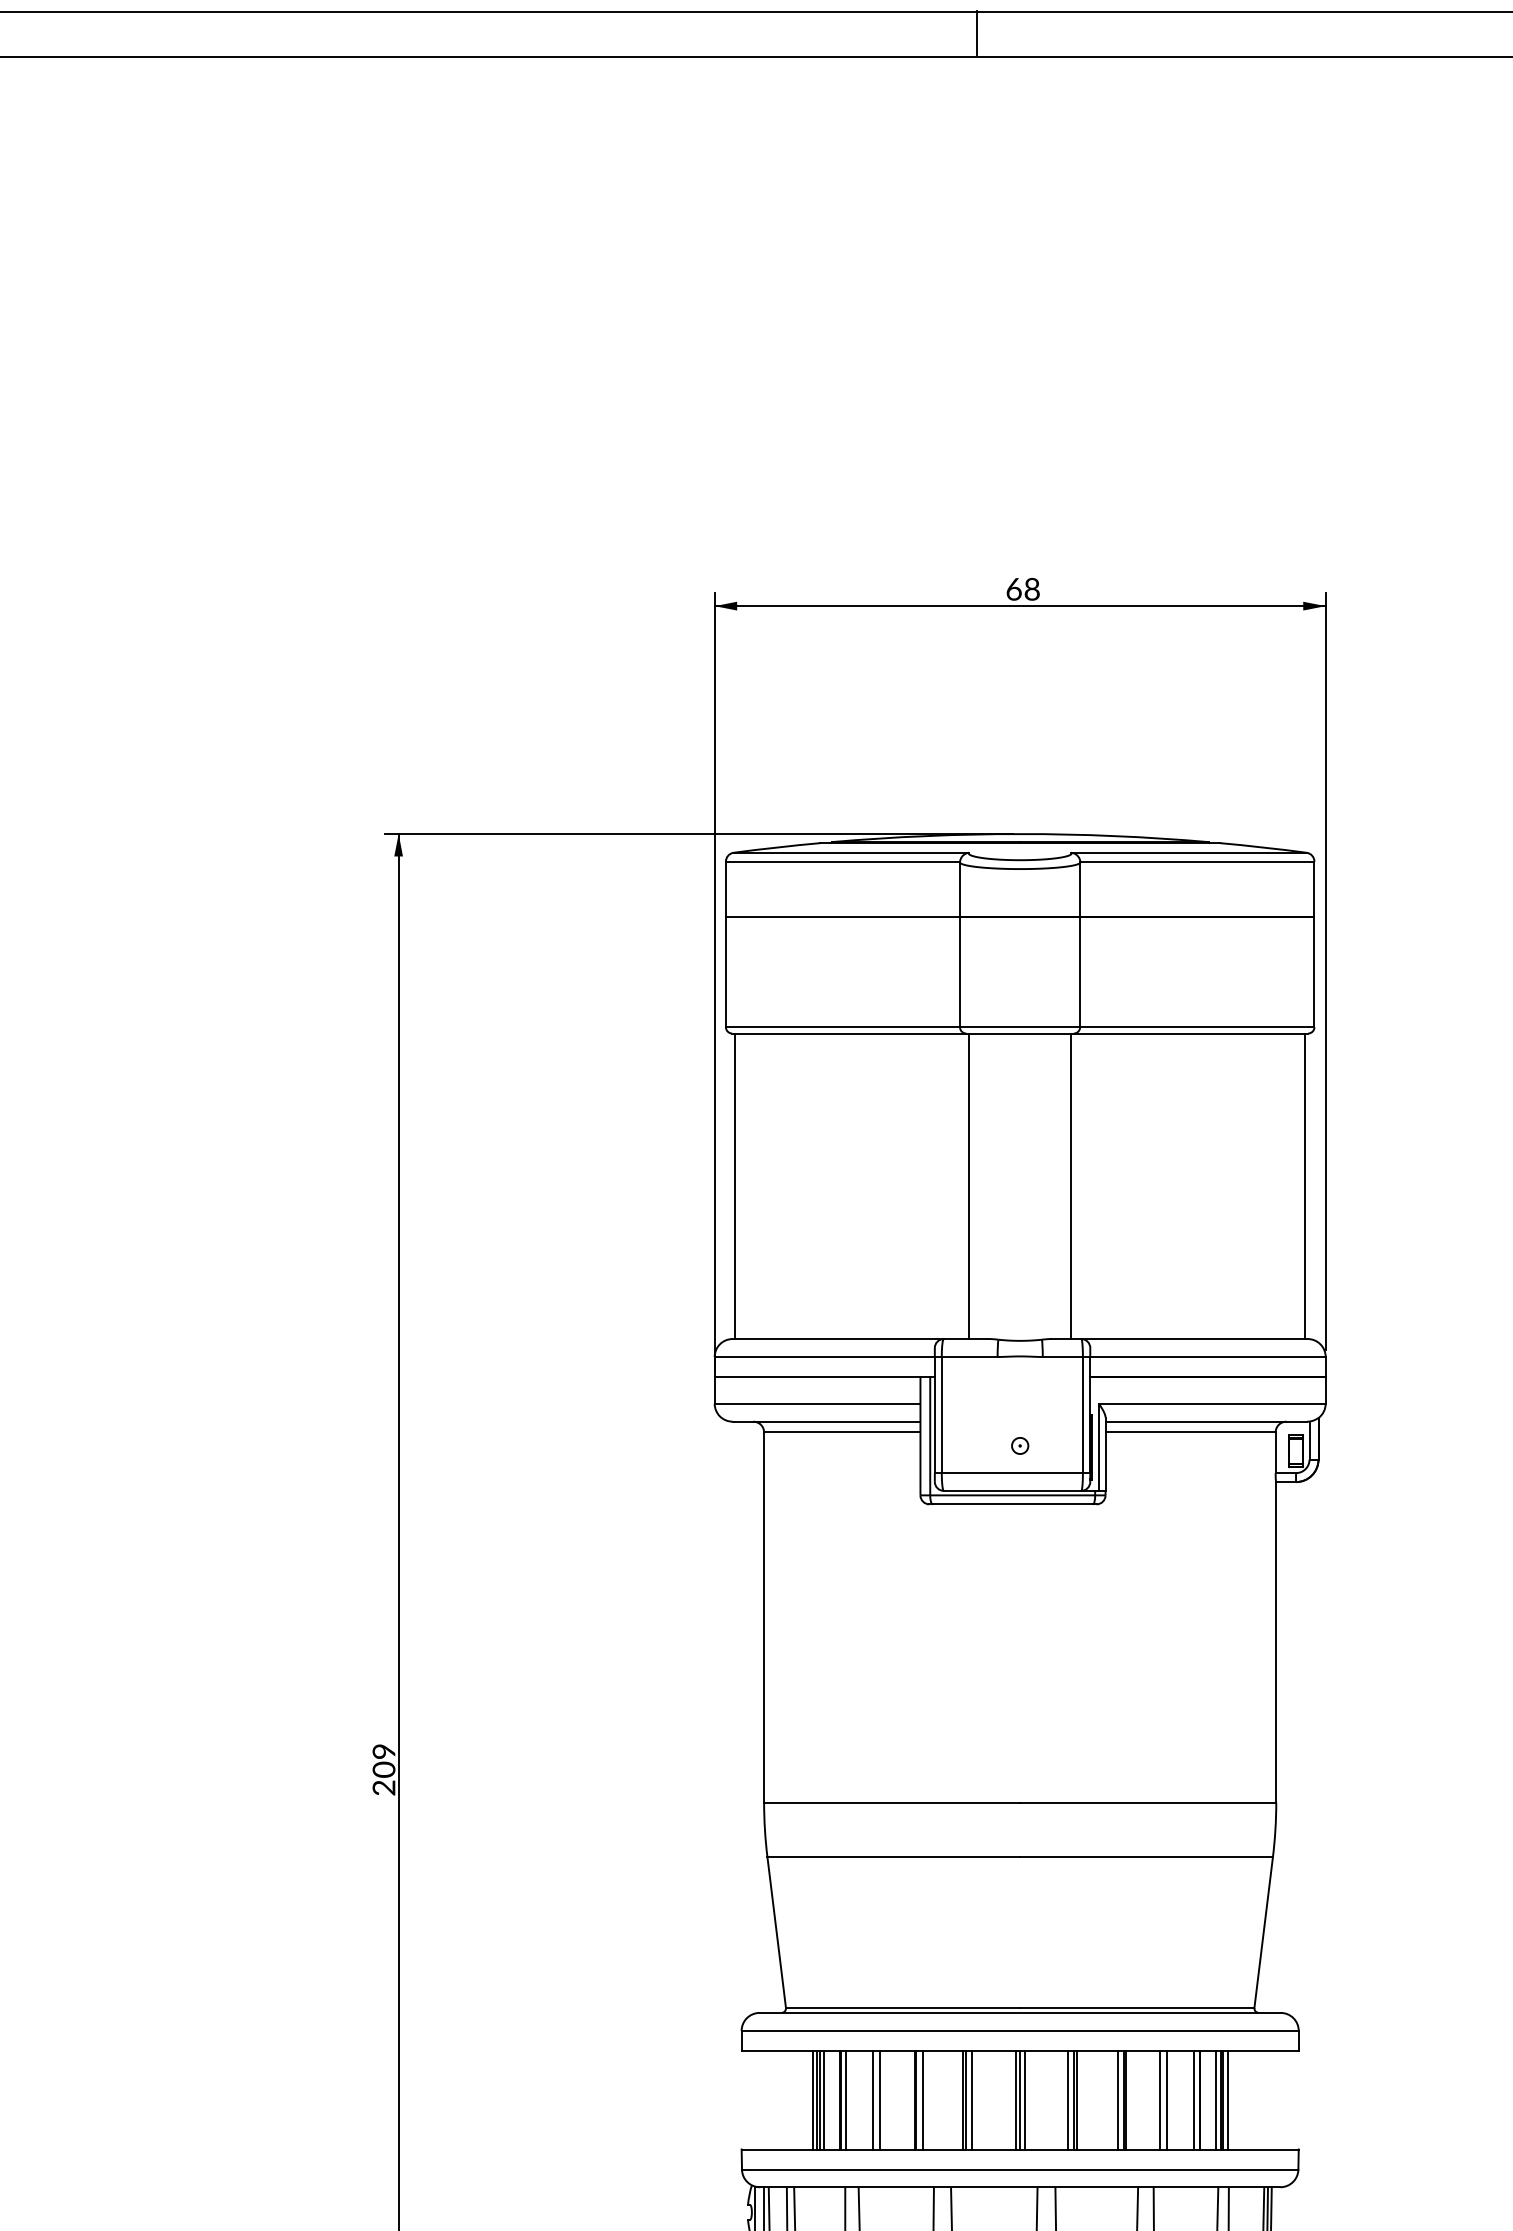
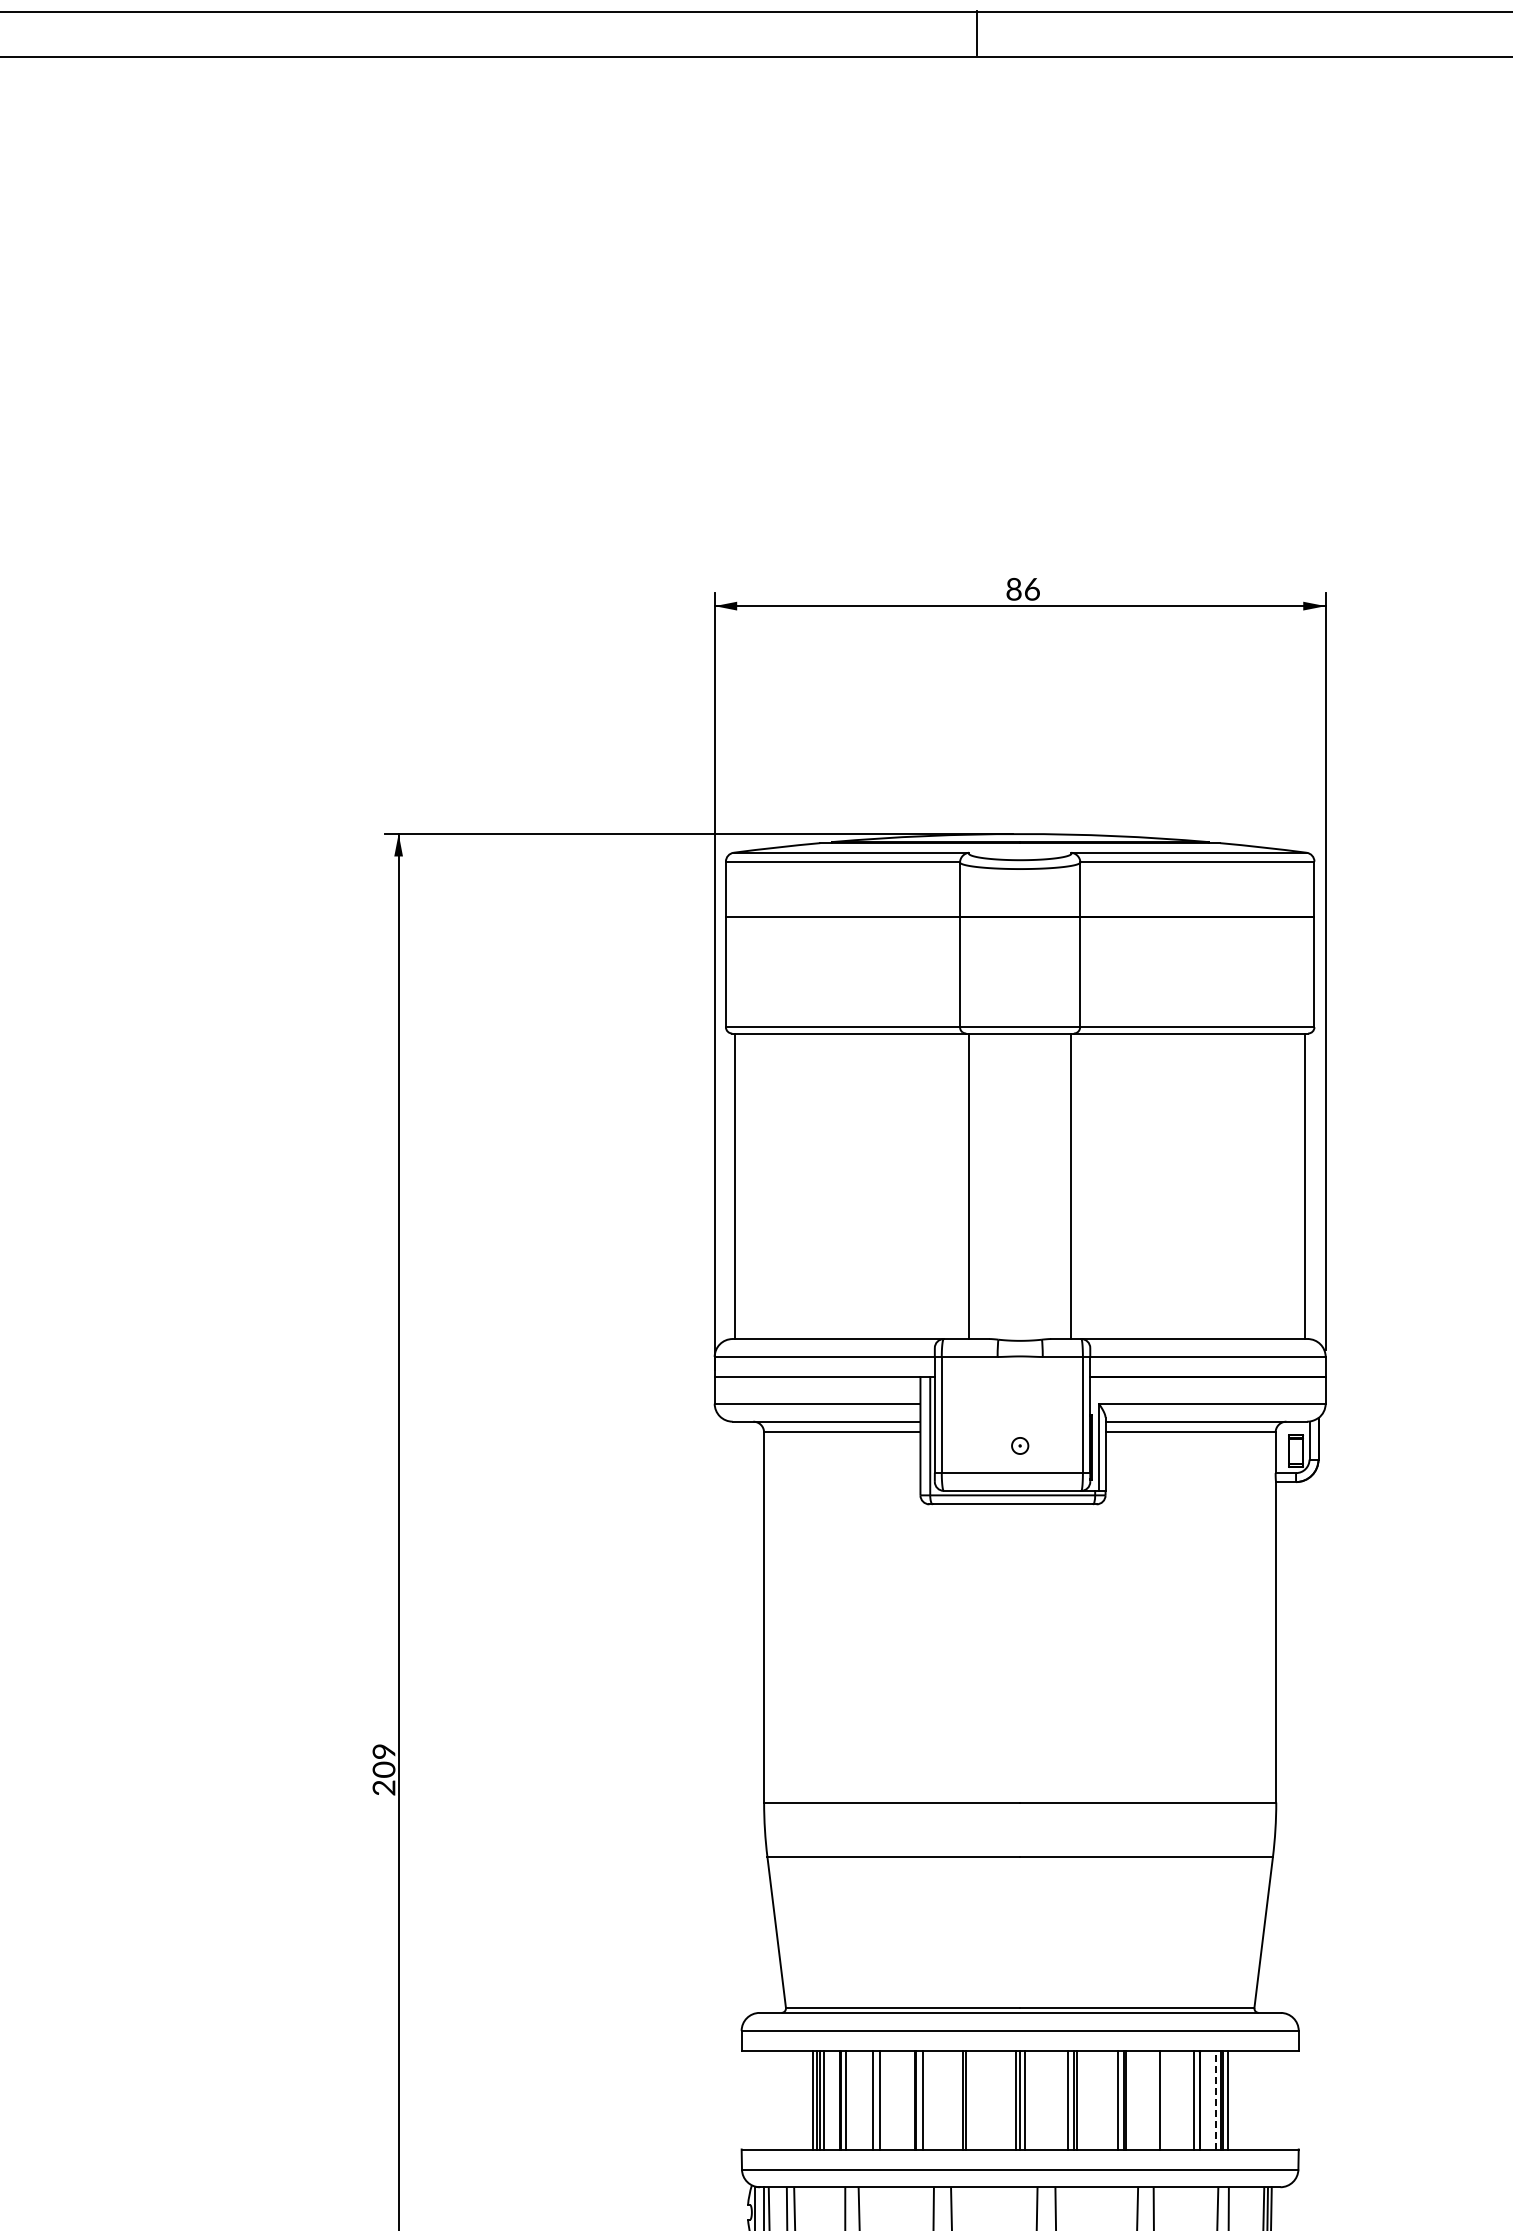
text at (1022, 588): 68 -> 86
line at (972, 2099): present -> none
line at (1166, 2099): present -> none
line at (1215, 2099): solid -> dashed
